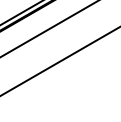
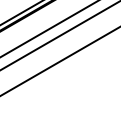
line at (59, 35): none -> present
